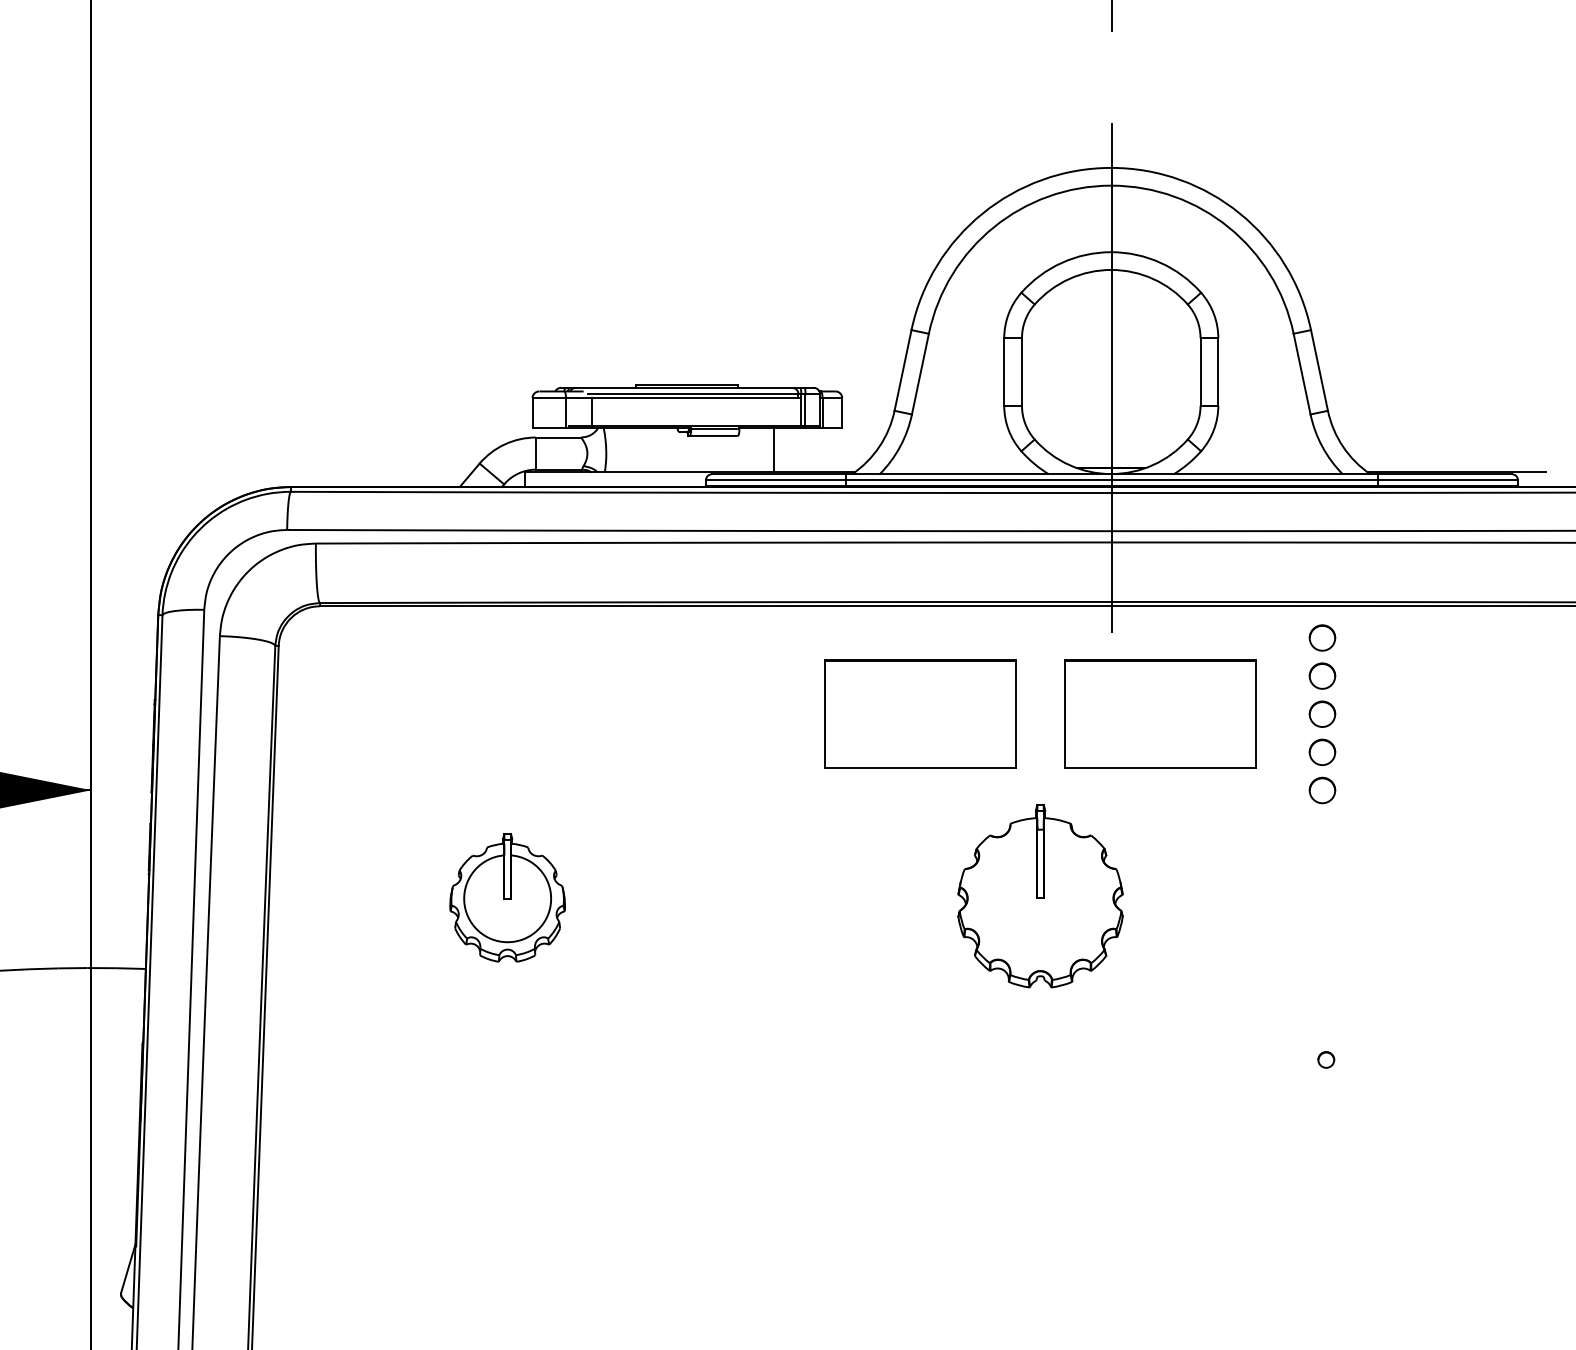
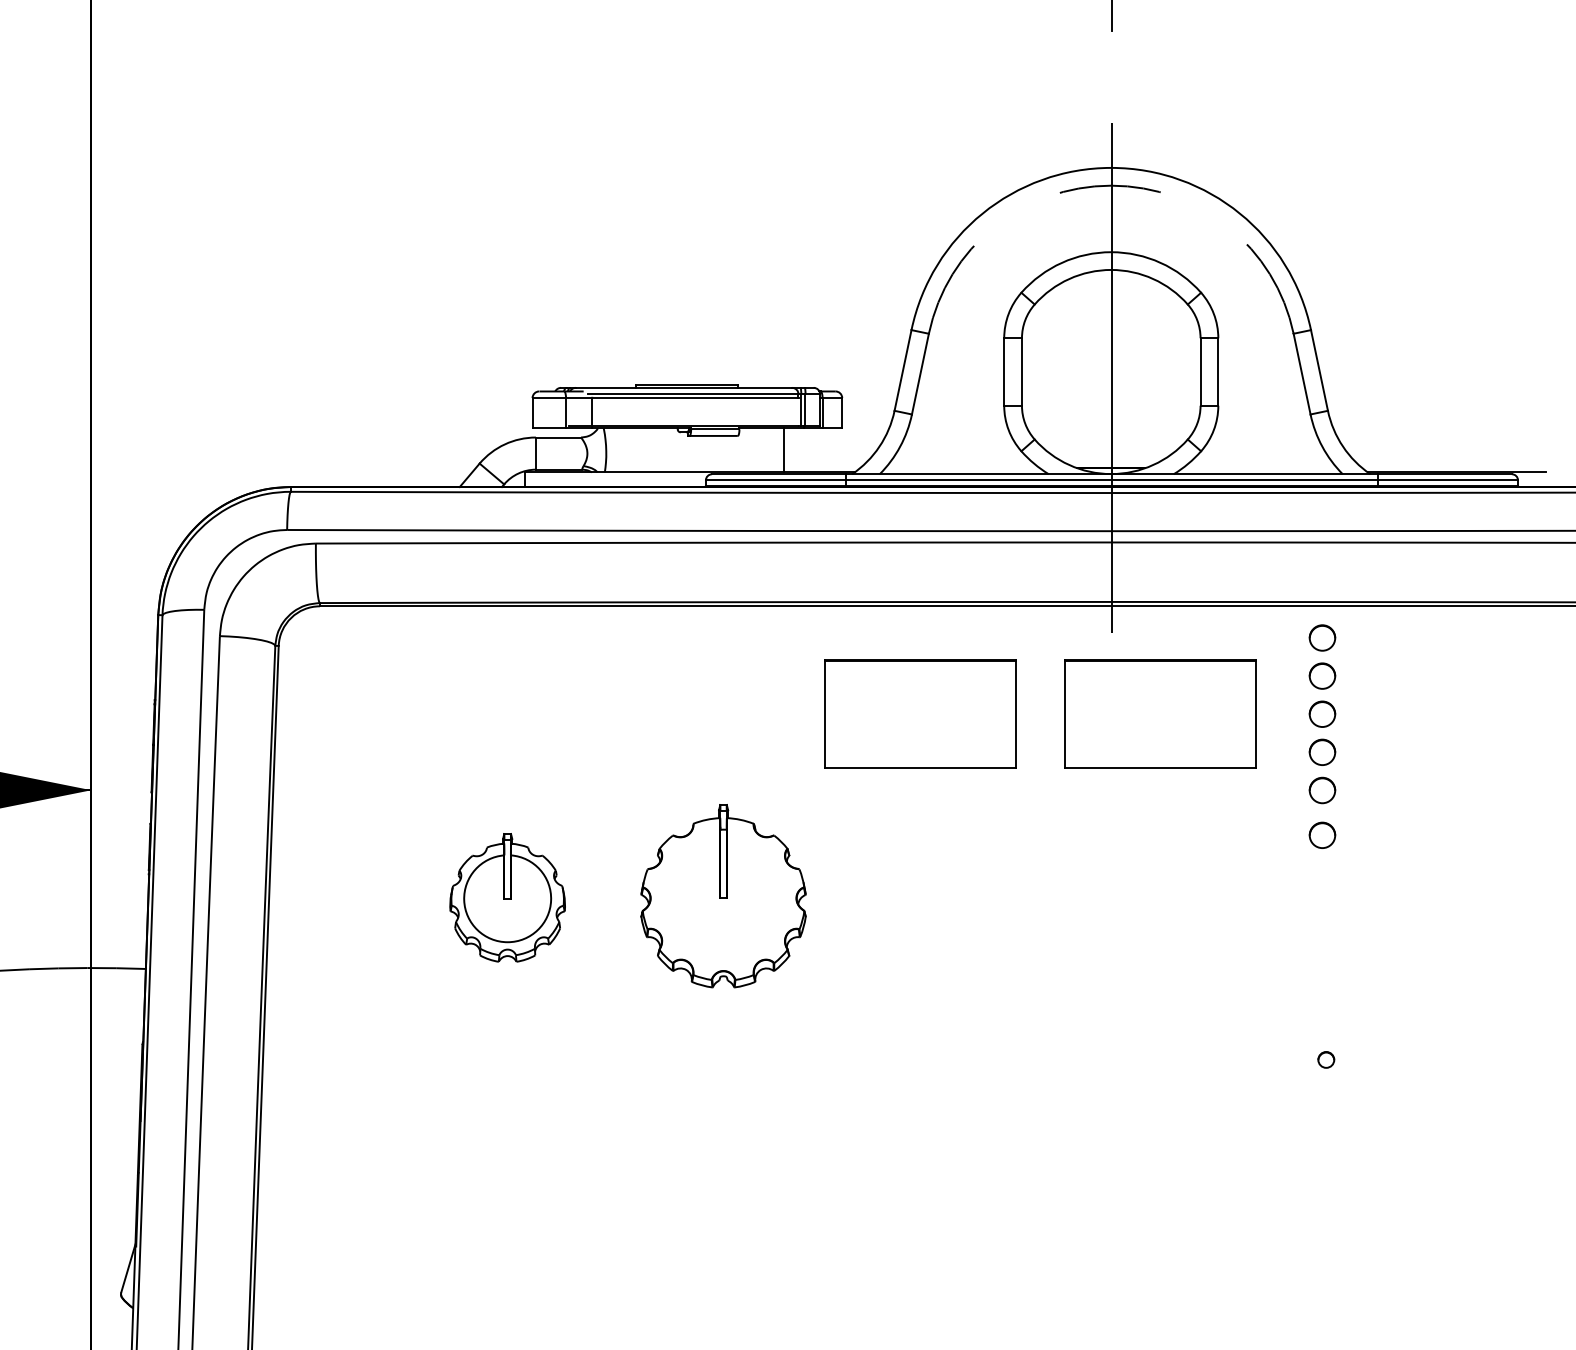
arc at (1111, 185): solid -> dashed
line at (773, 450) position: (773, 450) -> (783, 450)
part at (1322, 834): none -> present
part at (1040, 896) position: (1040, 896) -> (723, 896)
